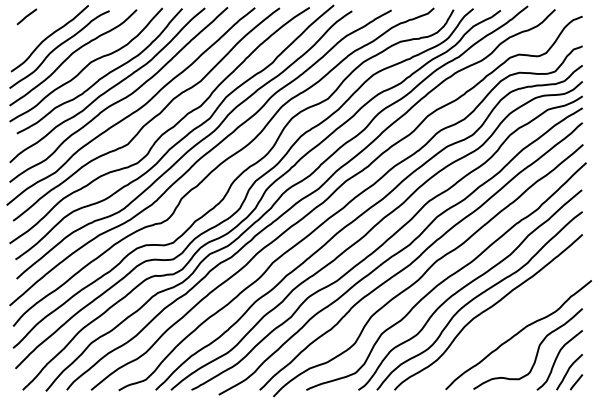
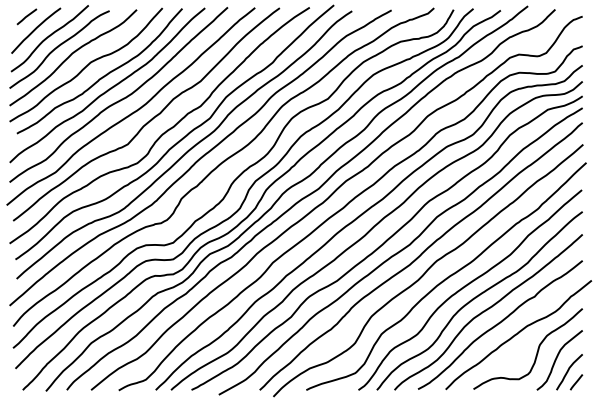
curve at (36, 29): none -> present
curve at (499, 324): none -> present
